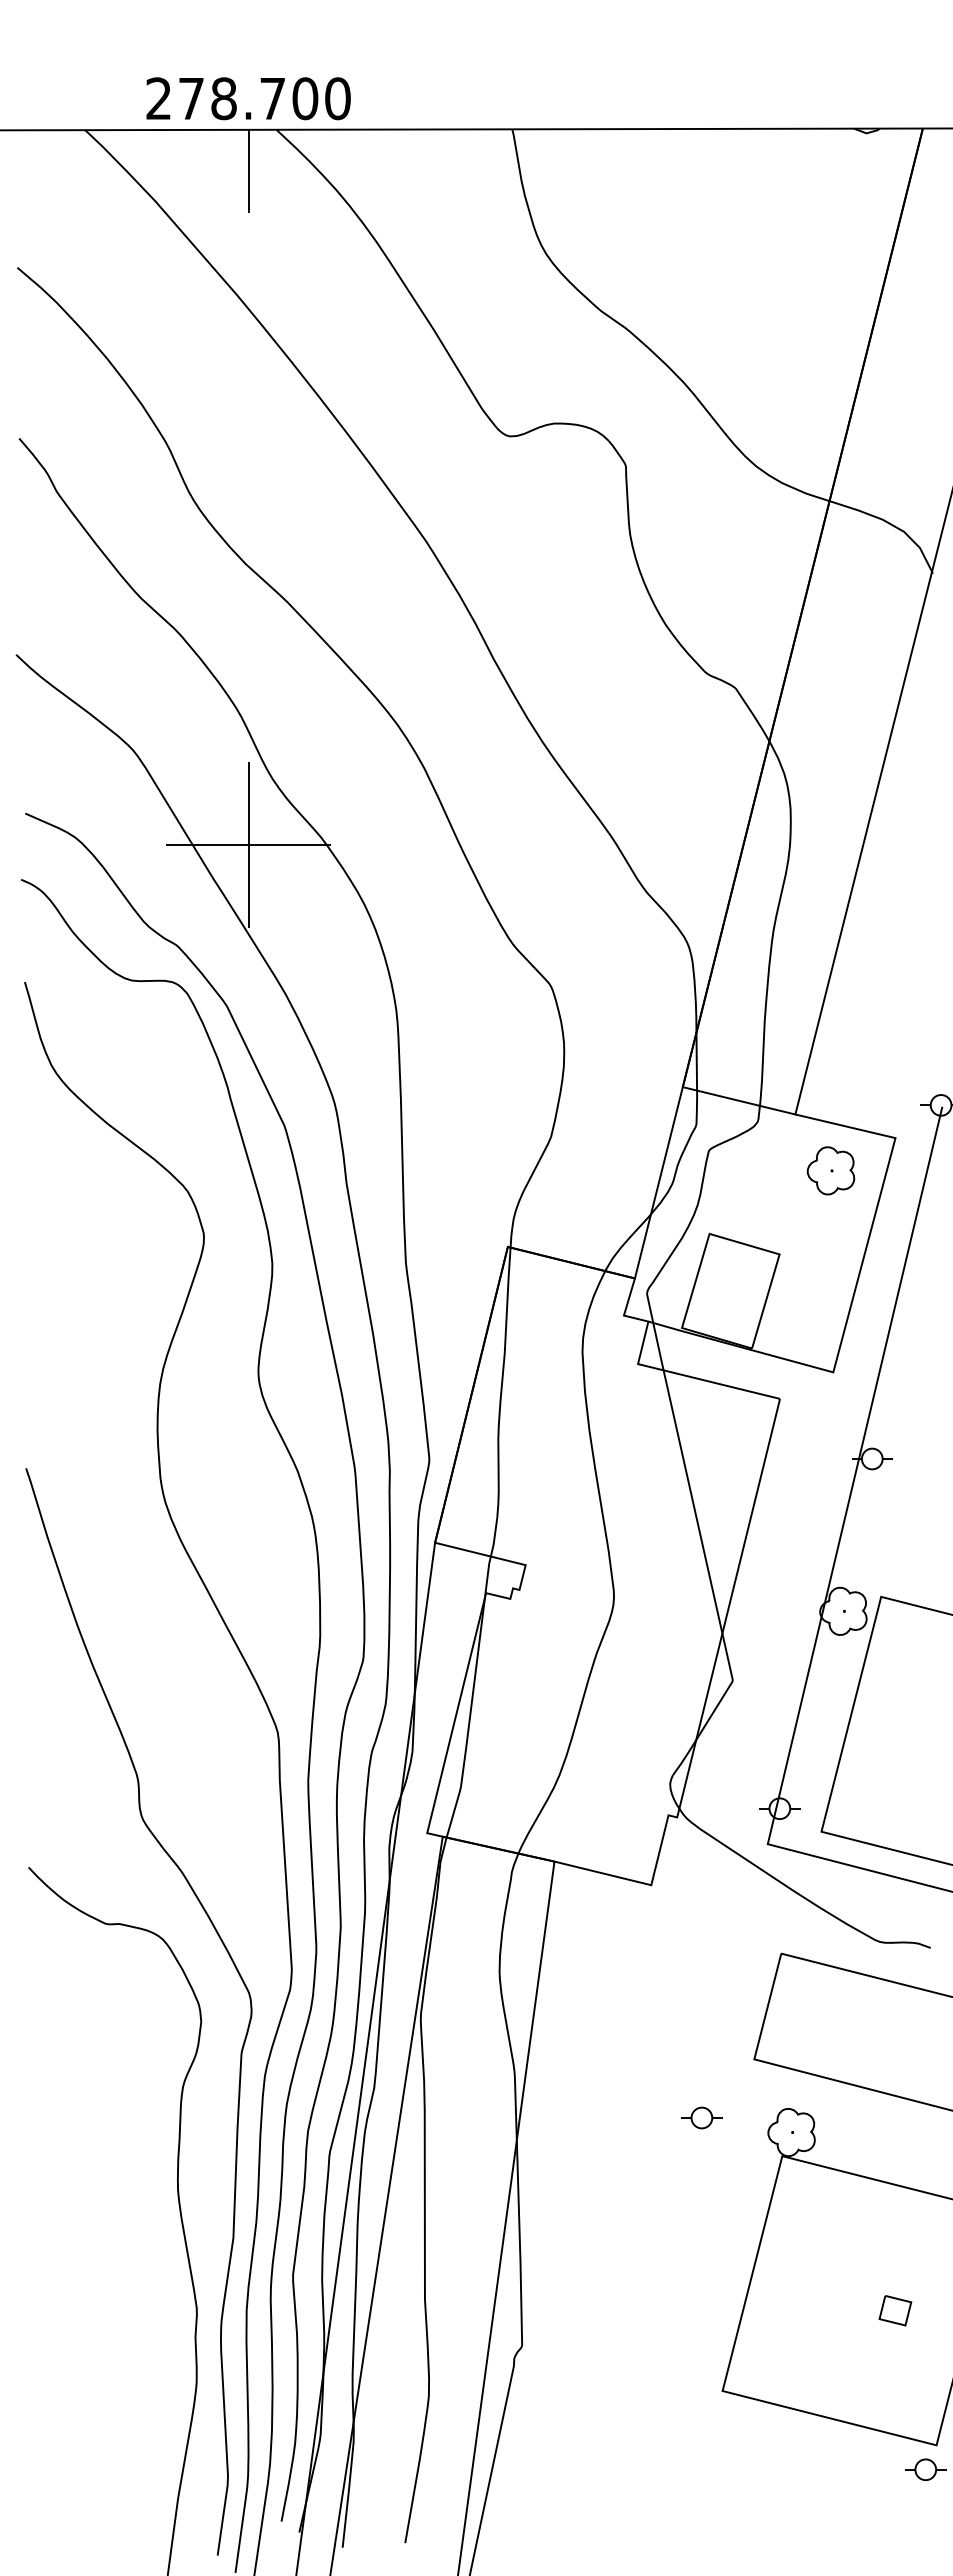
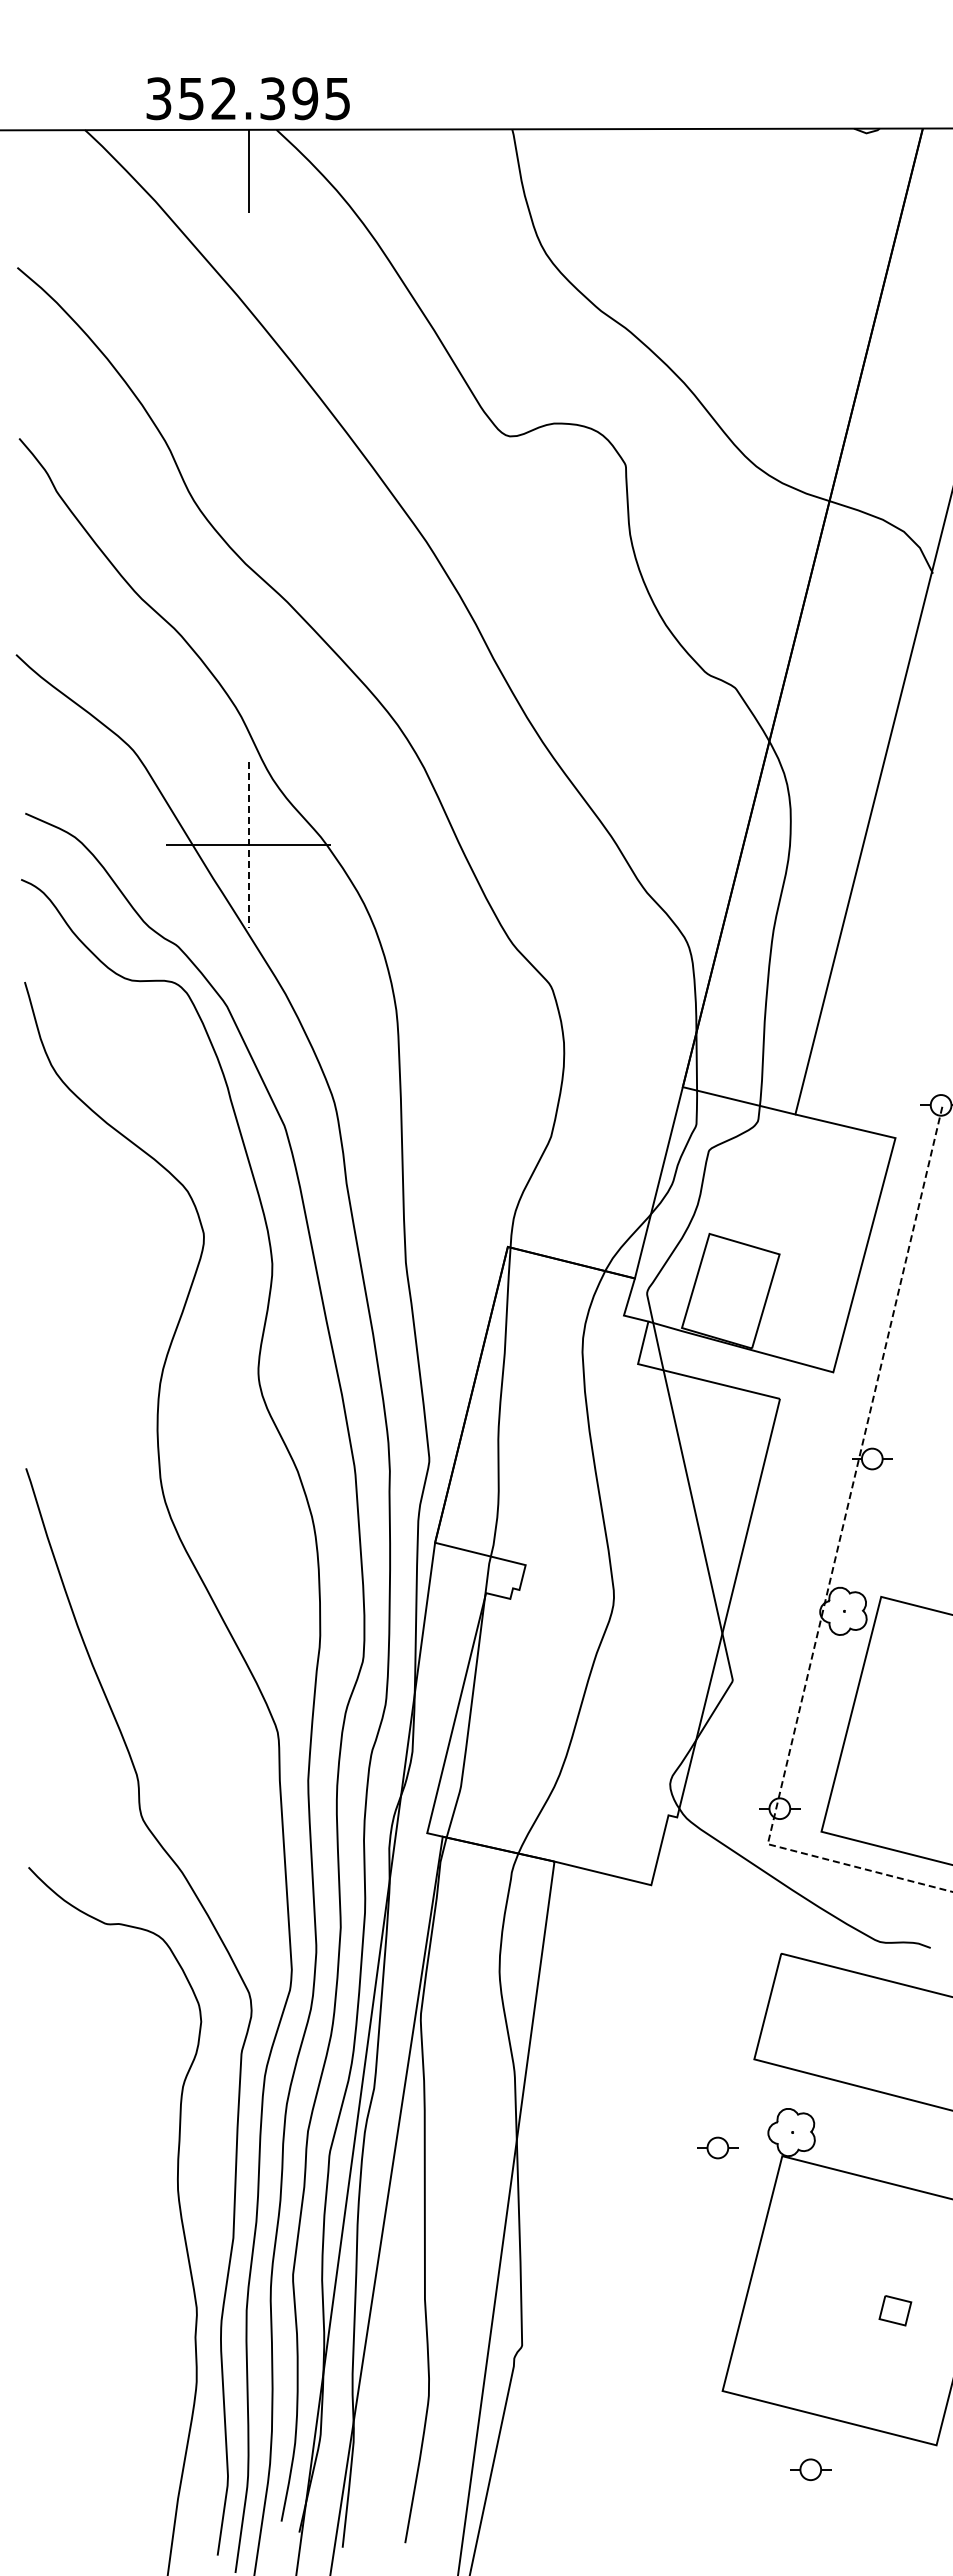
text at (248, 98): 278.700 -> 352.395
line at (248, 845): solid -> dashed
part at (830, 1170): present -> none
line at (832, 1568): solid -> dashed
part at (701, 2117) position: (701, 2117) -> (717, 2147)
part at (925, 2469) position: (925, 2469) -> (810, 2469)
